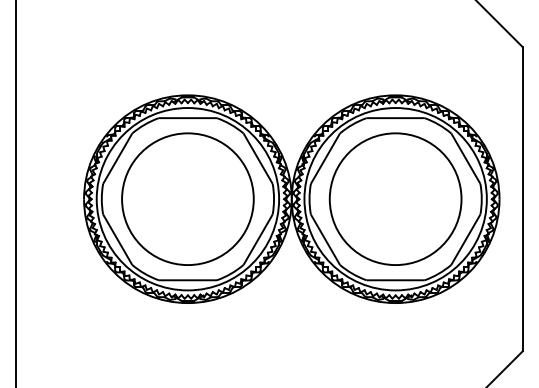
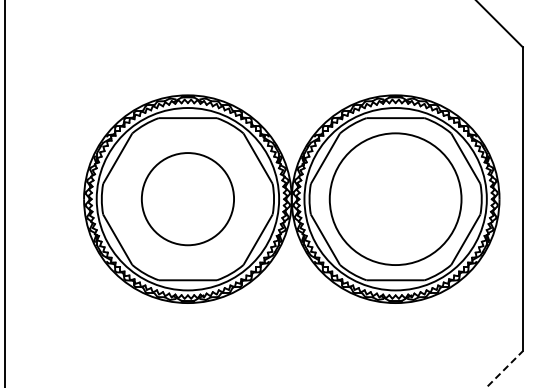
line at (16, 193) position: (16, 193) -> (5, 193)
circle at (187, 198) size: 134x134 px -> 94x95 px
line at (504, 369): solid -> dashed
